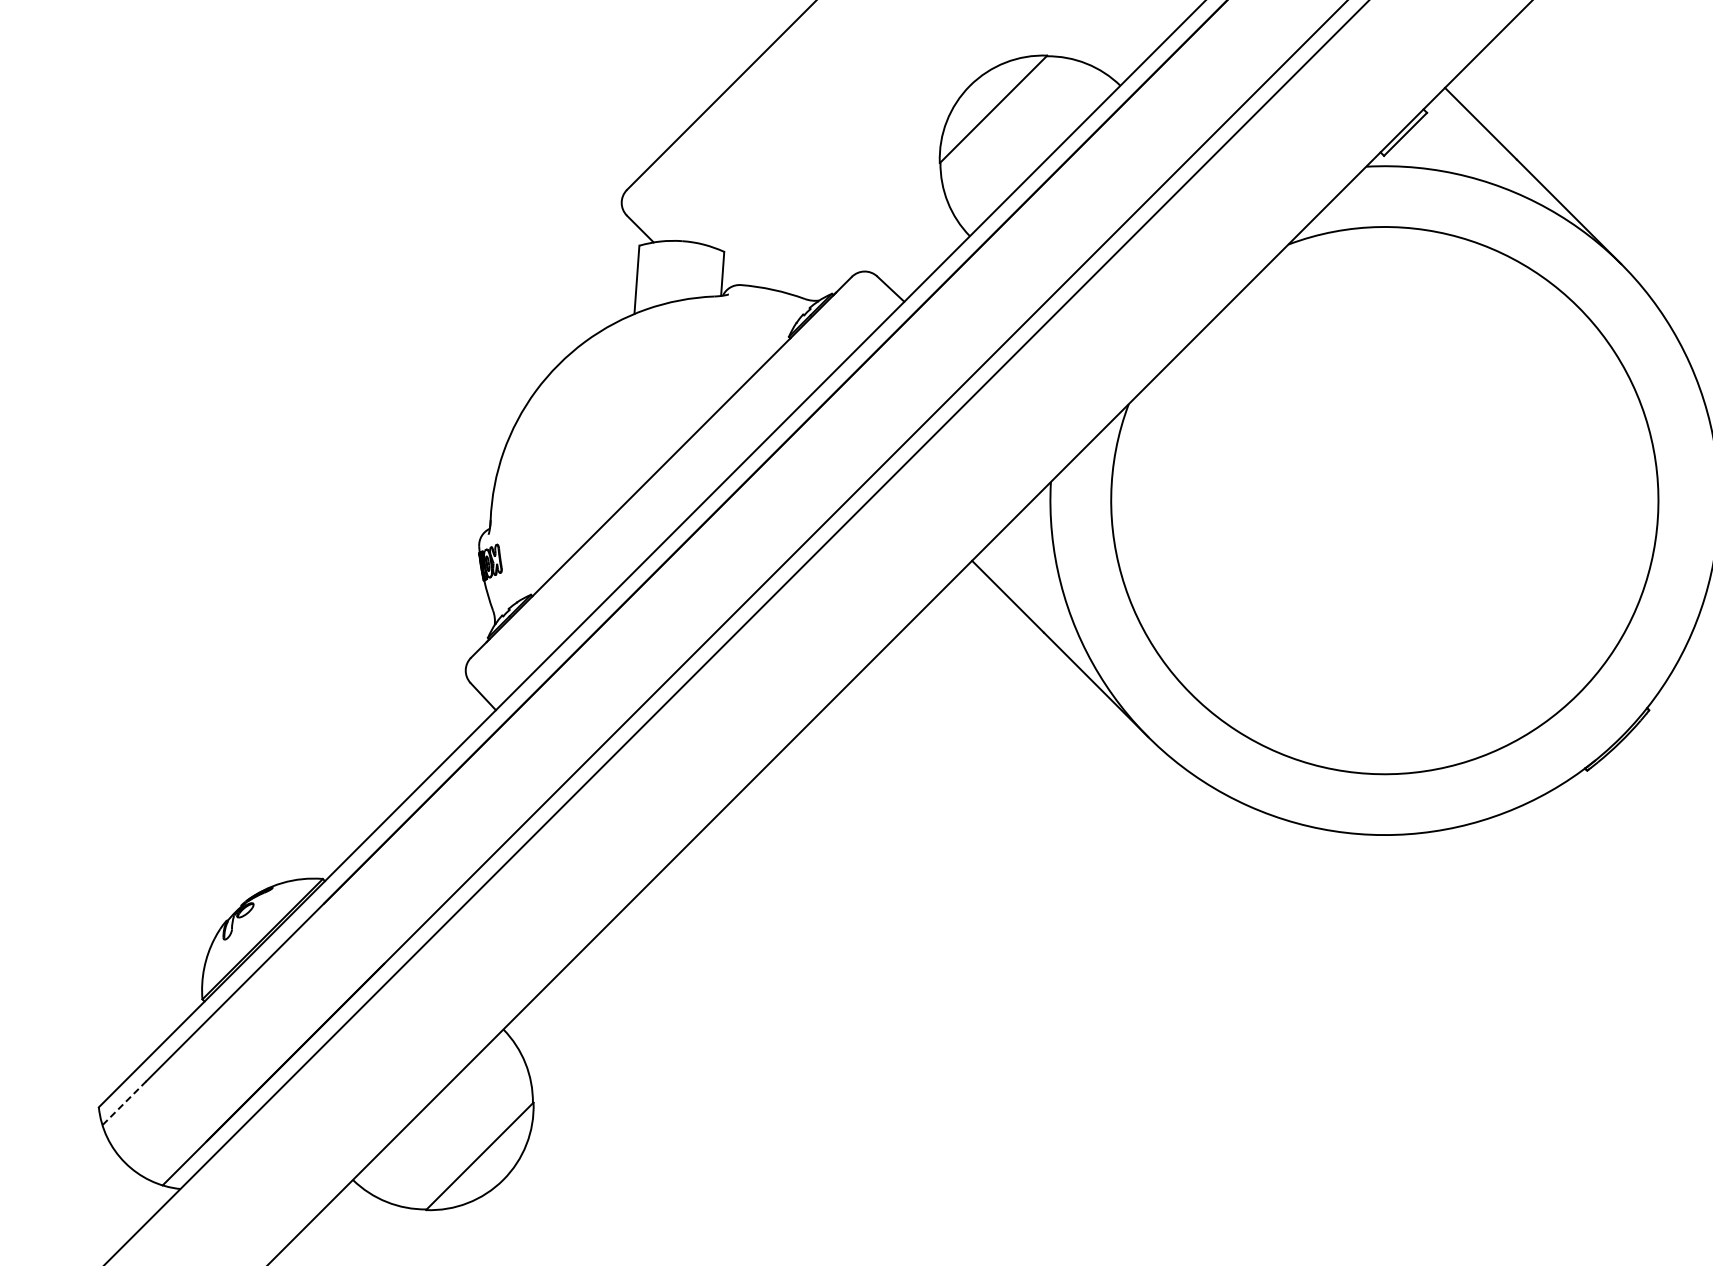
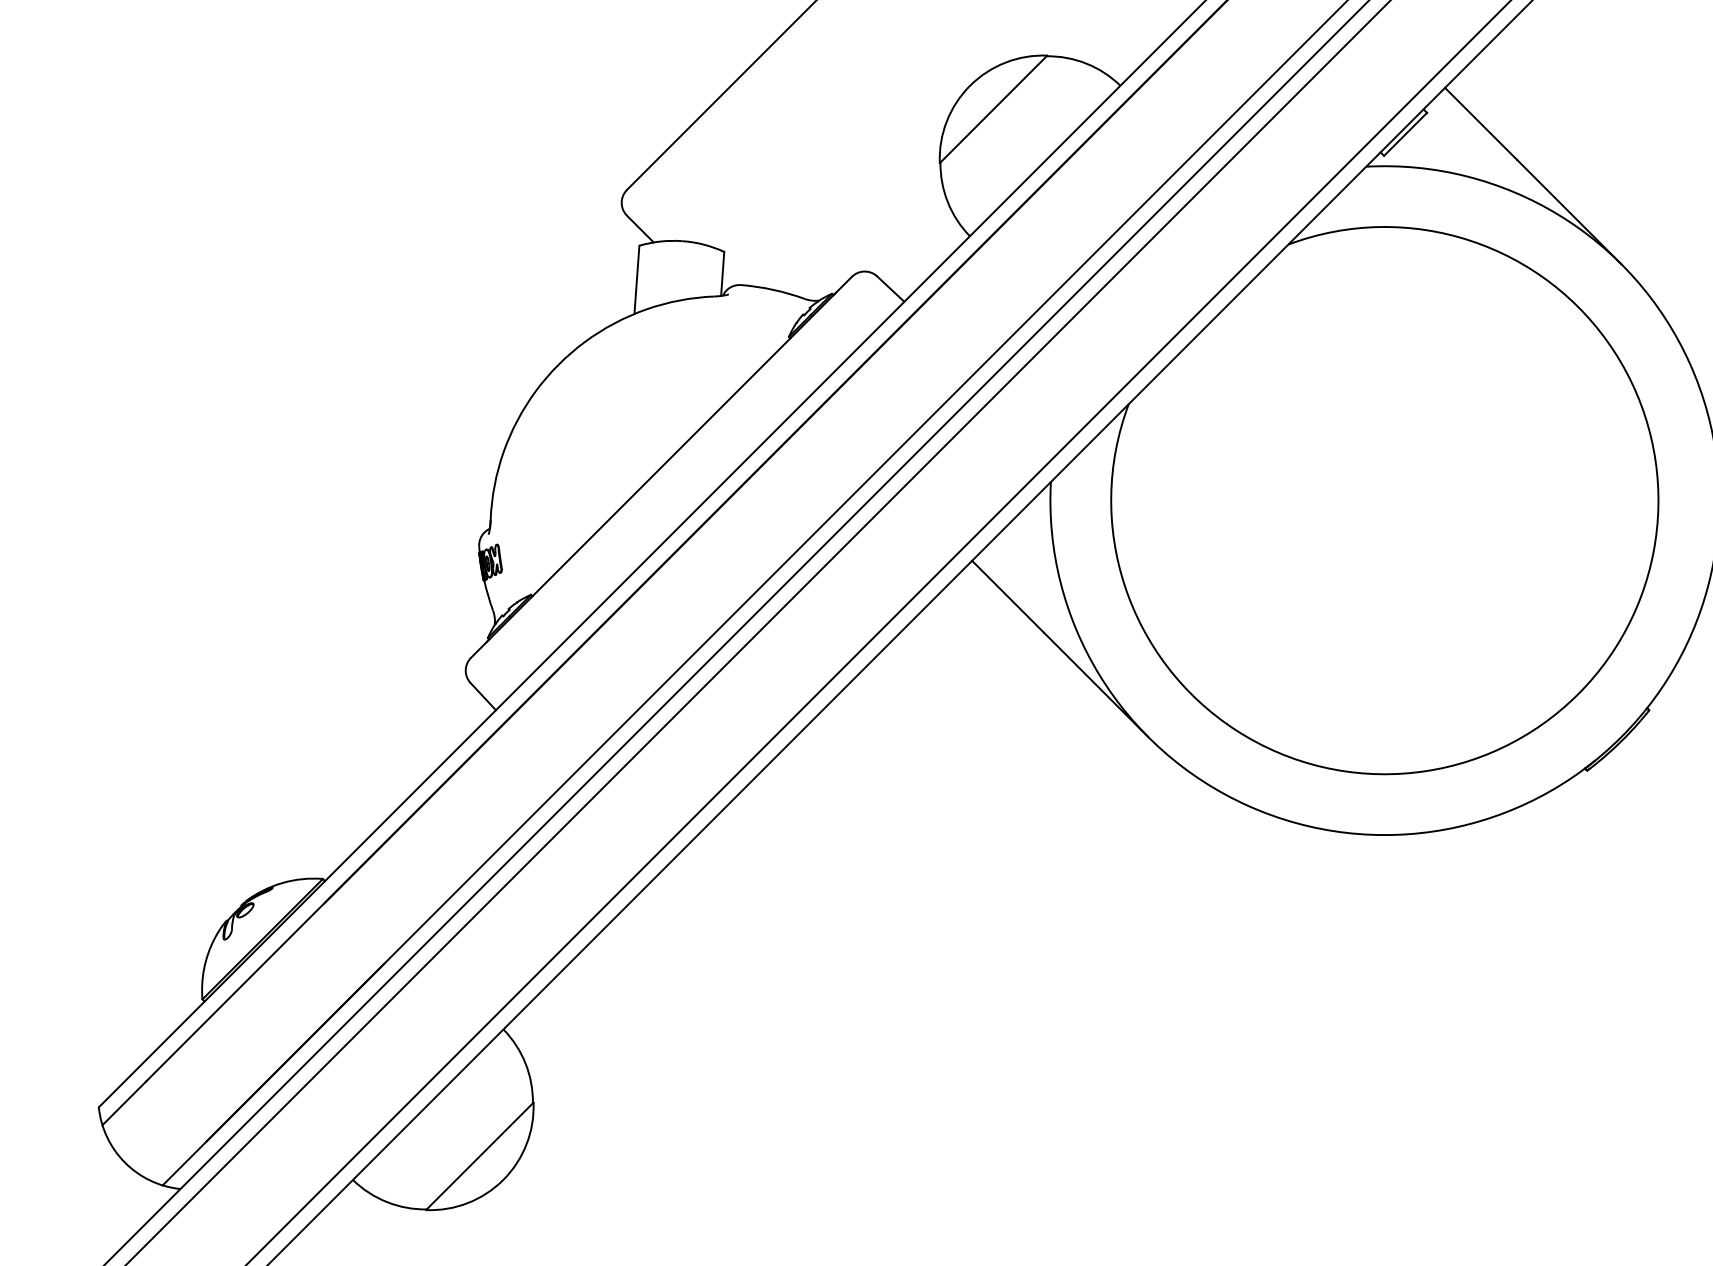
line at (758, 632): none -> present
line at (878, 632): none -> present
line at (124, 1103): dashed -> solid
